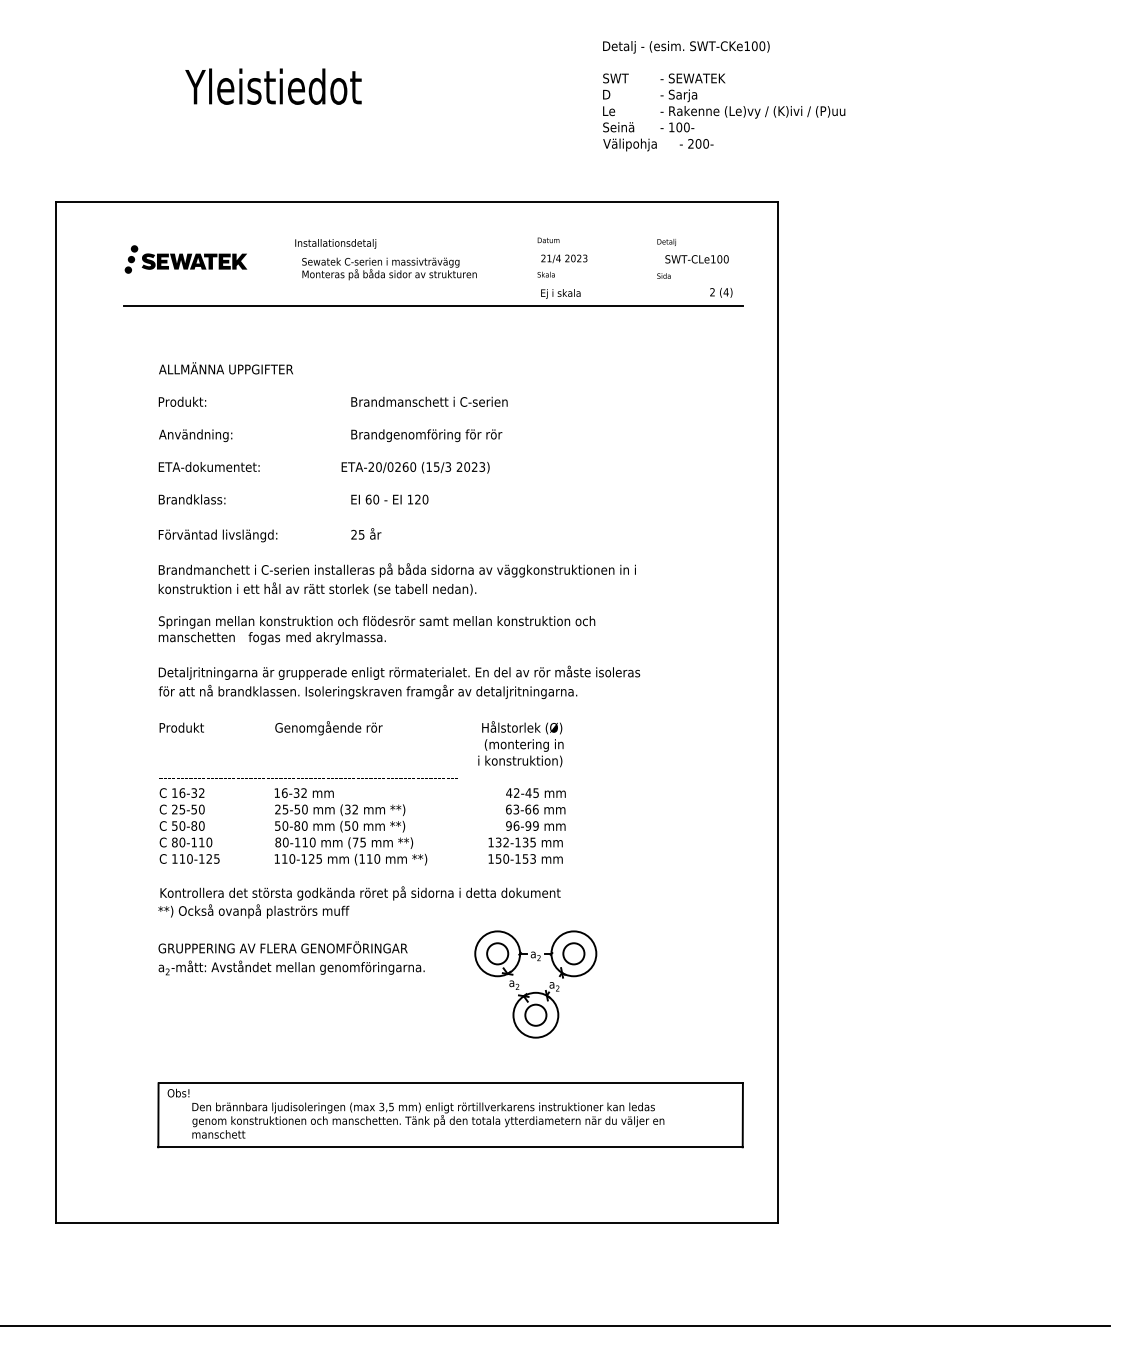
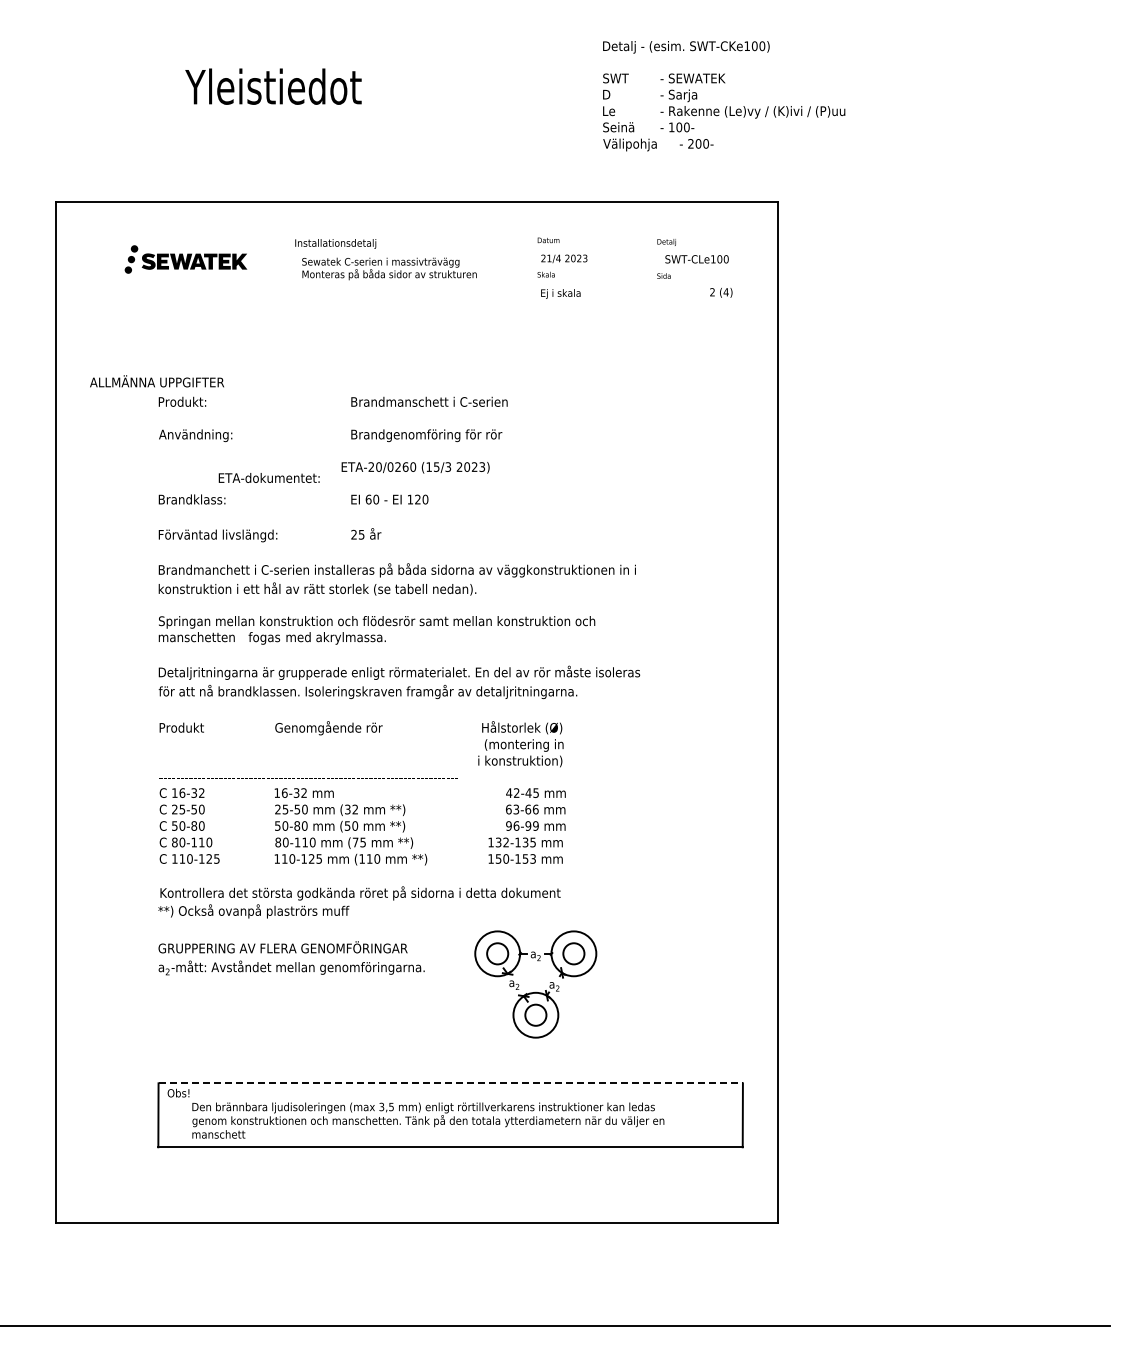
line at (433, 306): present -> none
text at (225, 368) position: (225, 368) -> (156, 381)
text at (208, 466) position: (208, 466) -> (268, 477)
line at (451, 1083): solid -> dashed
